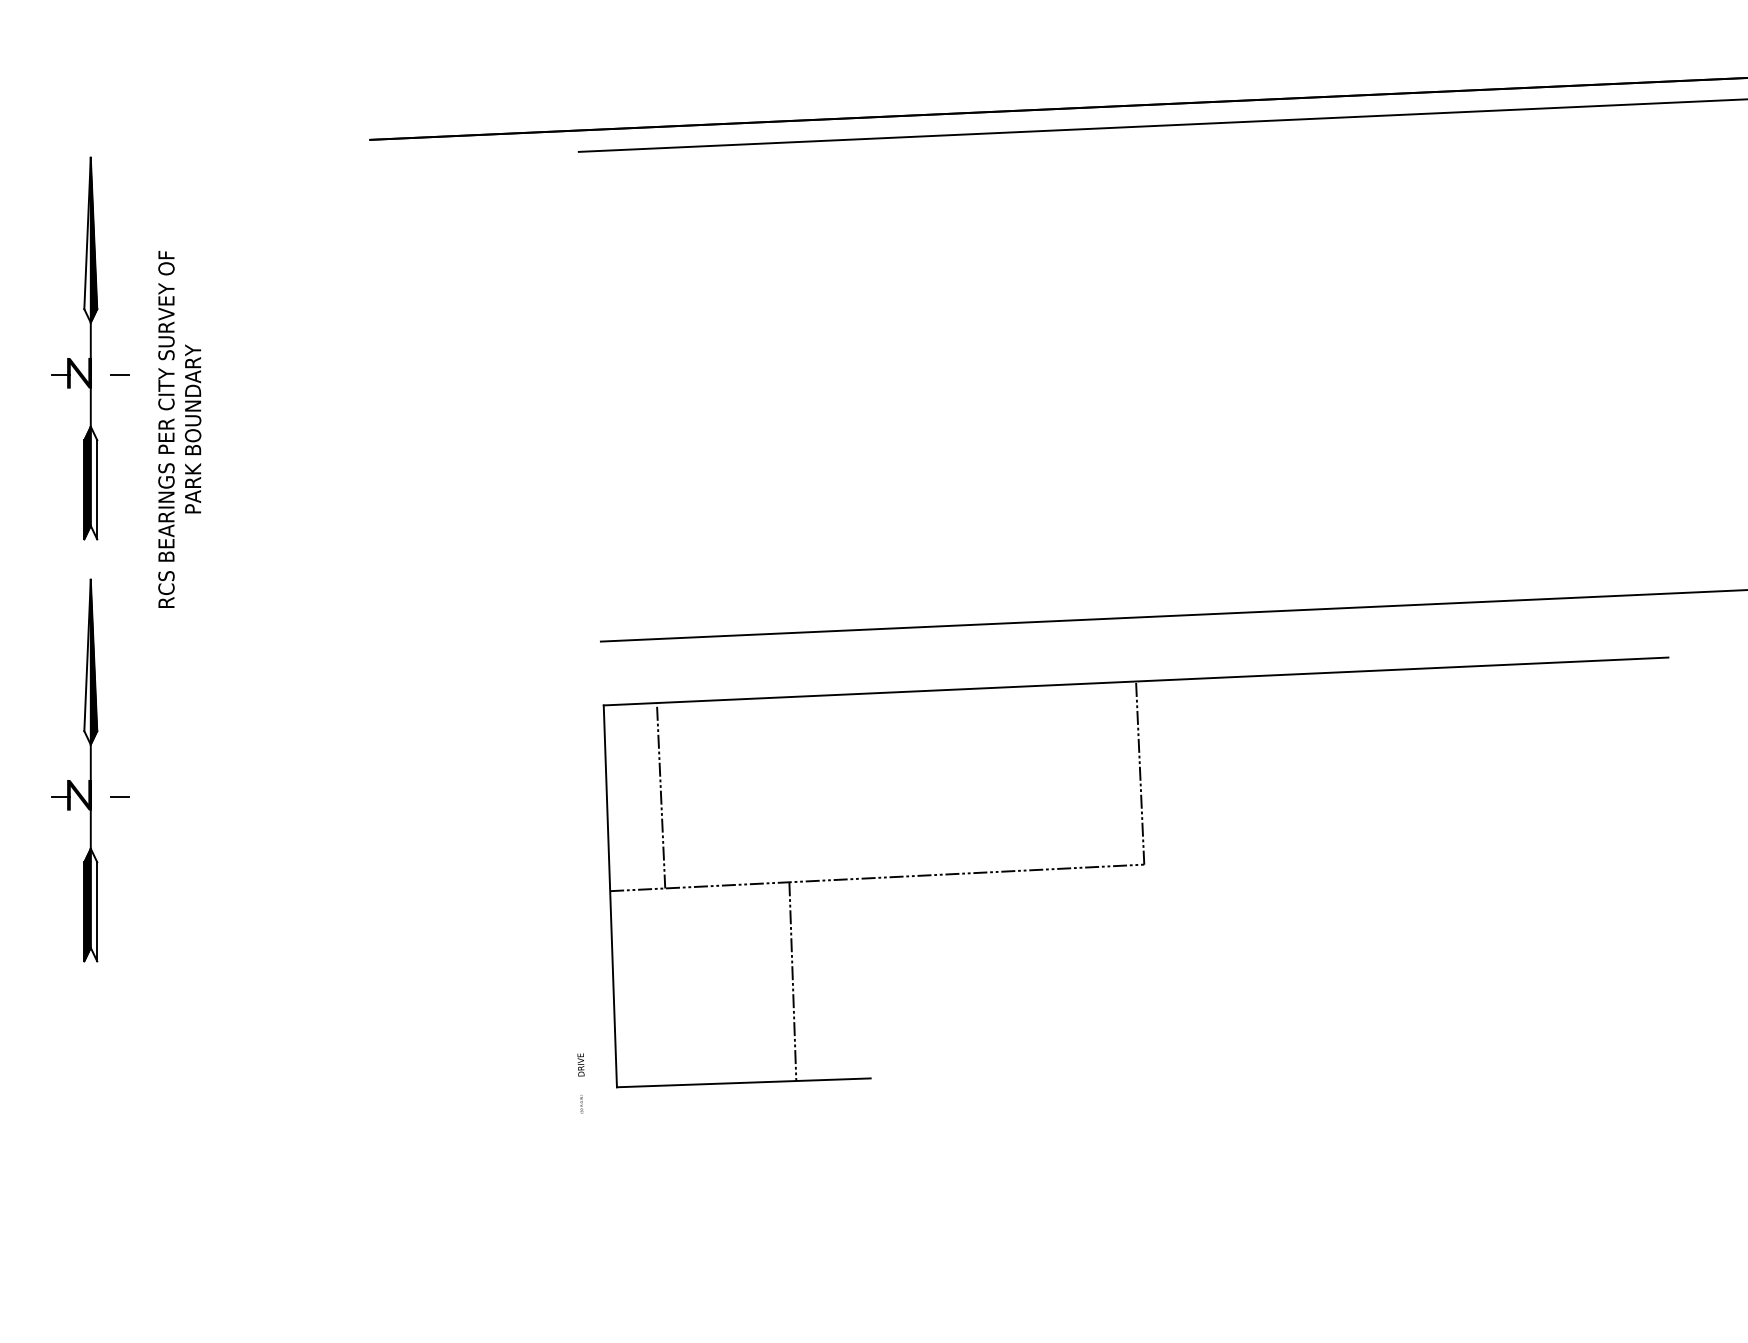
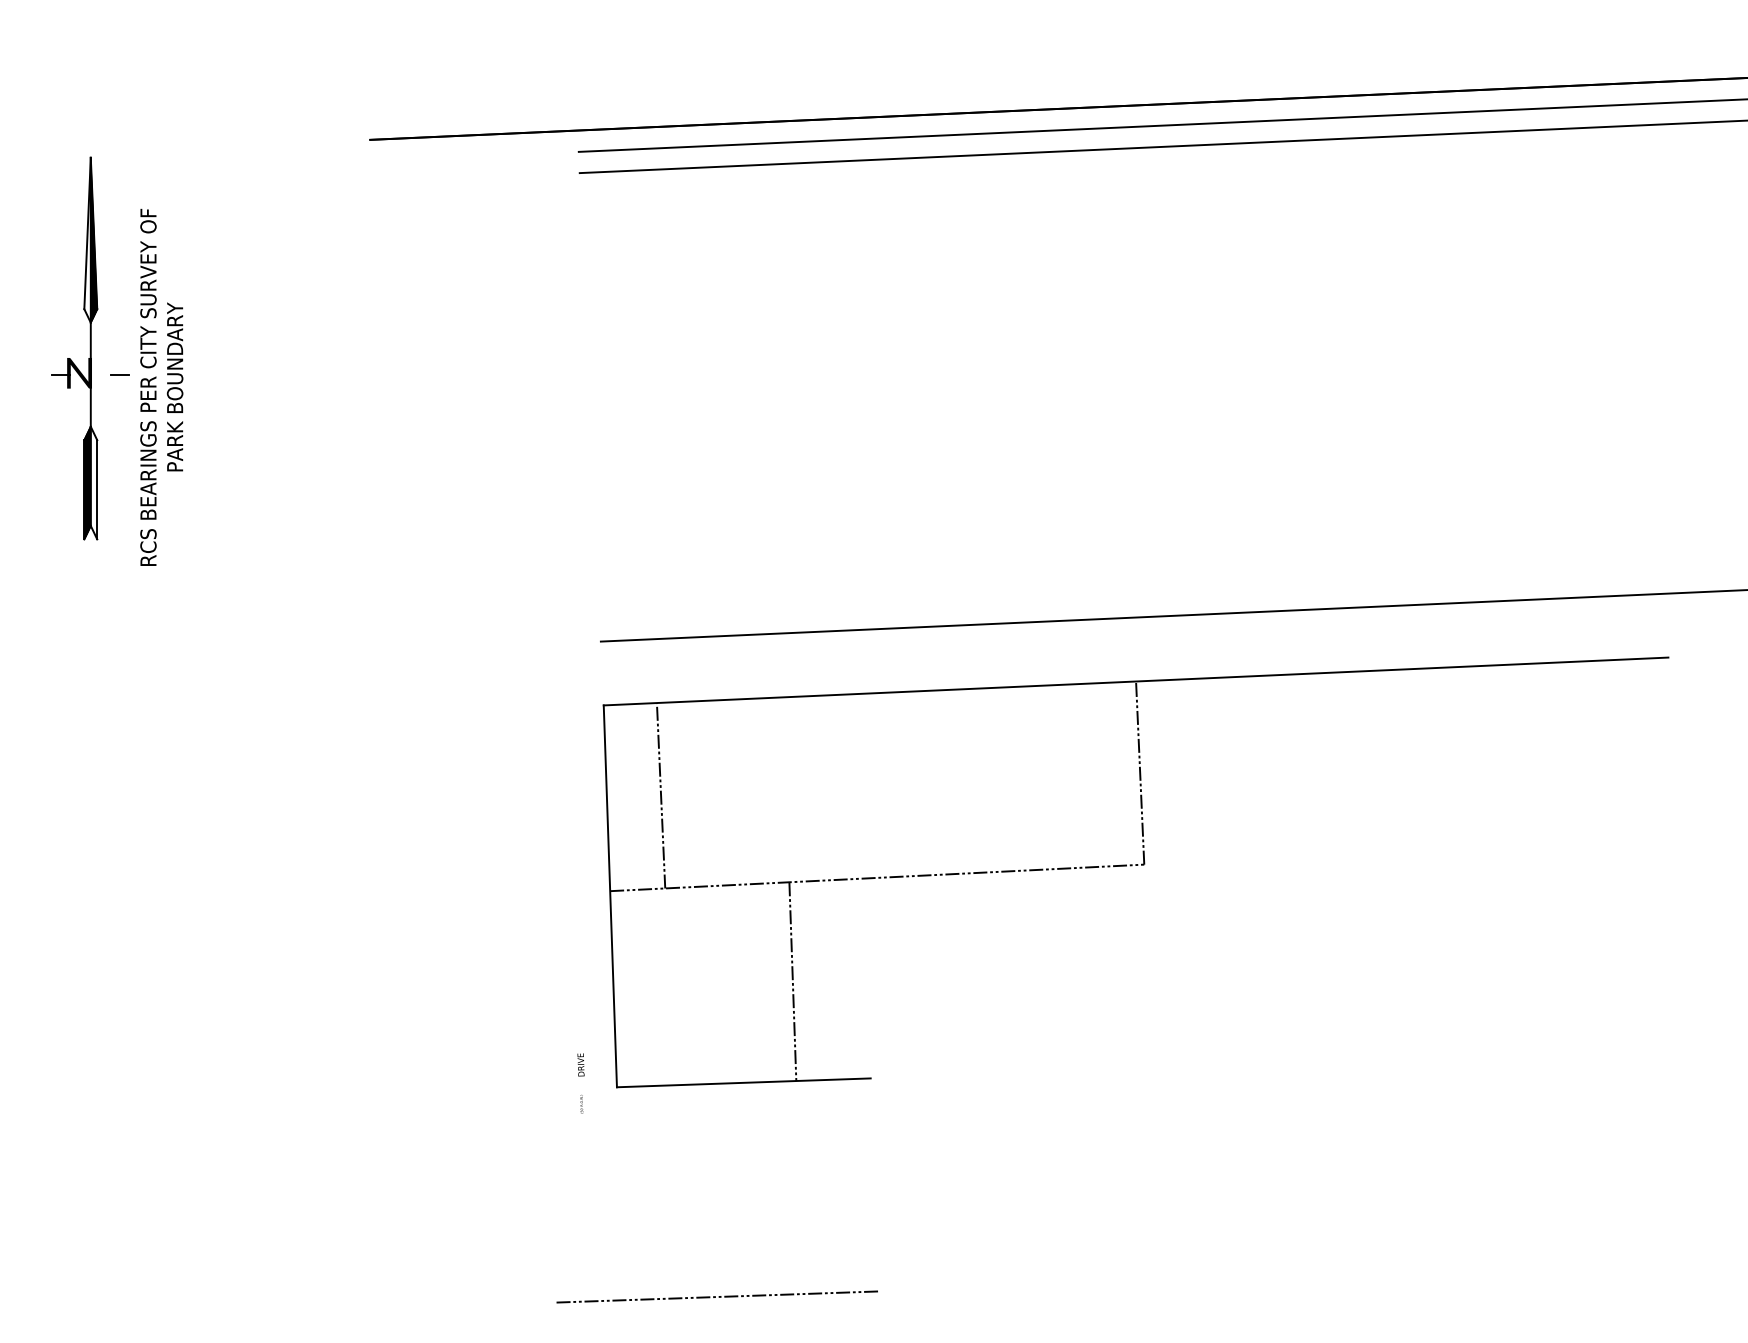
line at (1161, 146): none -> present
text at (179, 428) position: (179, 428) -> (161, 386)
part at (90, 770): present -> none
line at (716, 1296): none -> present
